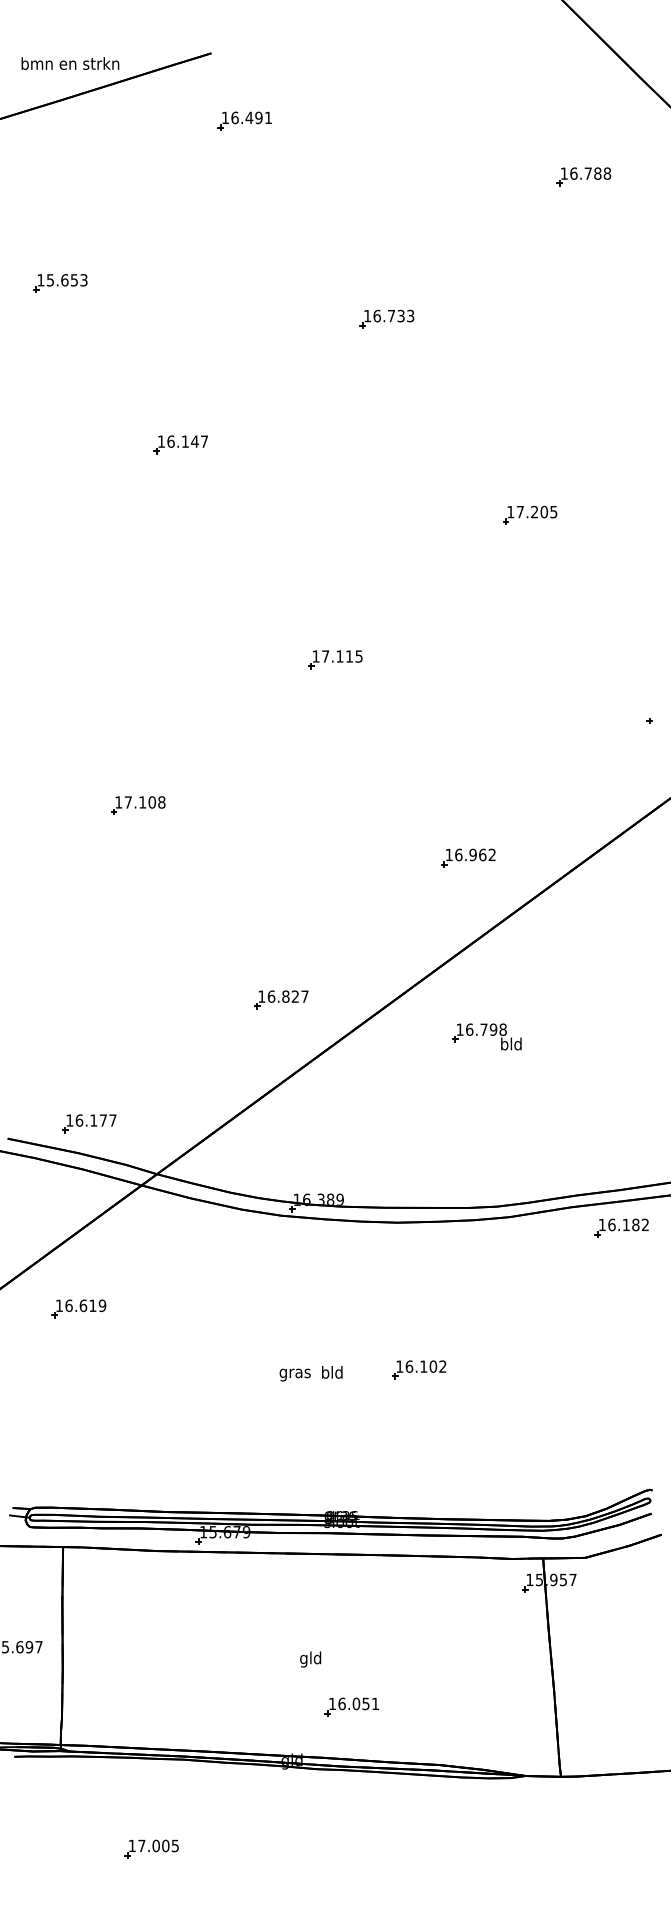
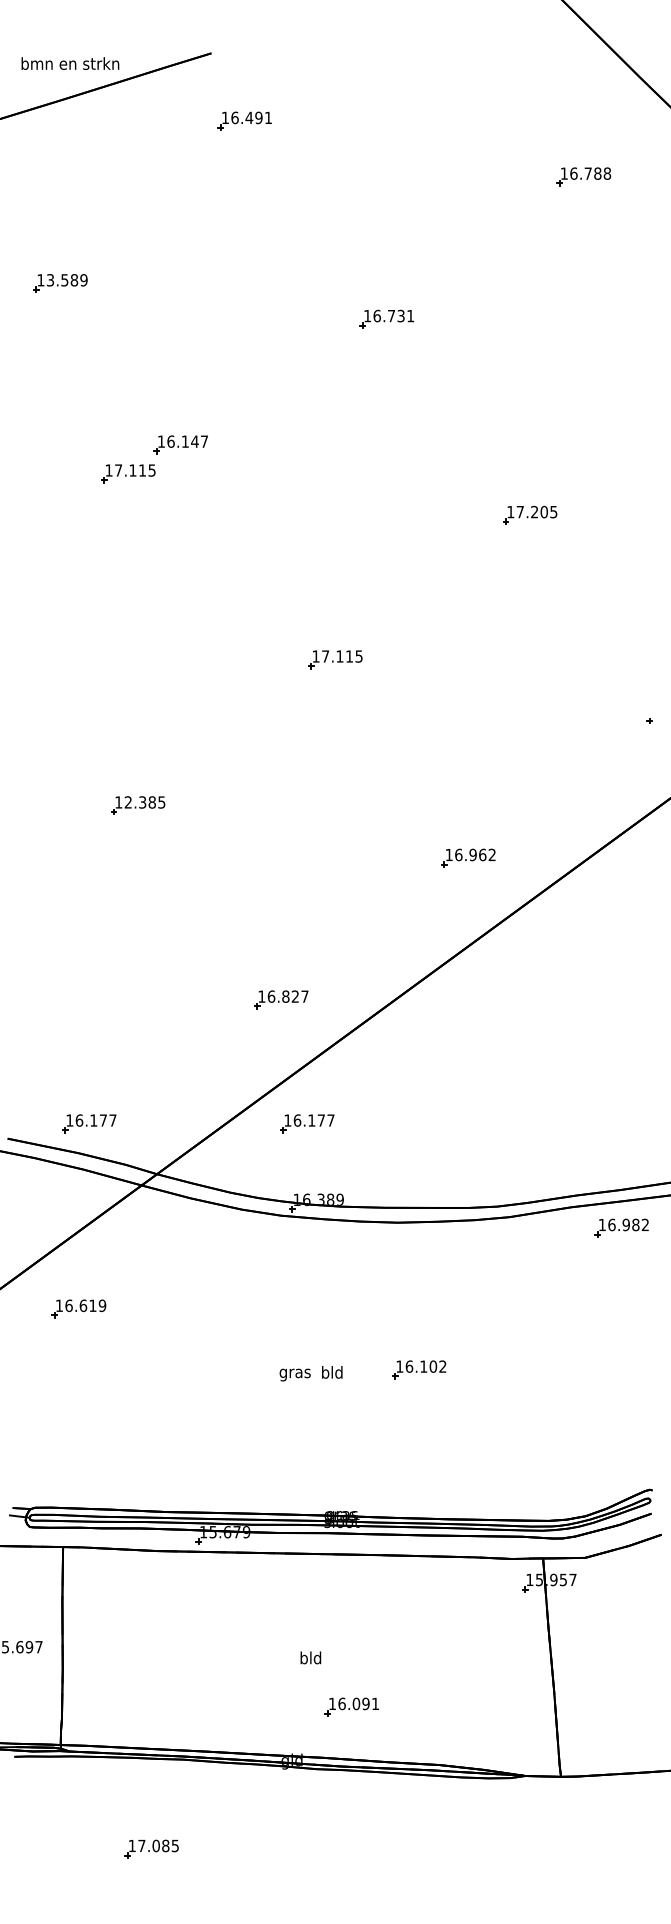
text at (67, 280): 15.653 -> 13.589
text at (410, 315): 16.733 -> 16.731
part at (128, 473): none -> present
text at (144, 802): 17.108 -> 12.385
part at (486, 1036): present -> none
part at (307, 1123): none -> present
text at (625, 1224): 16.182 -> 16.982
text at (303, 1659): gld -> bld
text at (365, 1703): 16.051 -> 16.091
text at (165, 1845): 17.005 -> 17.085
